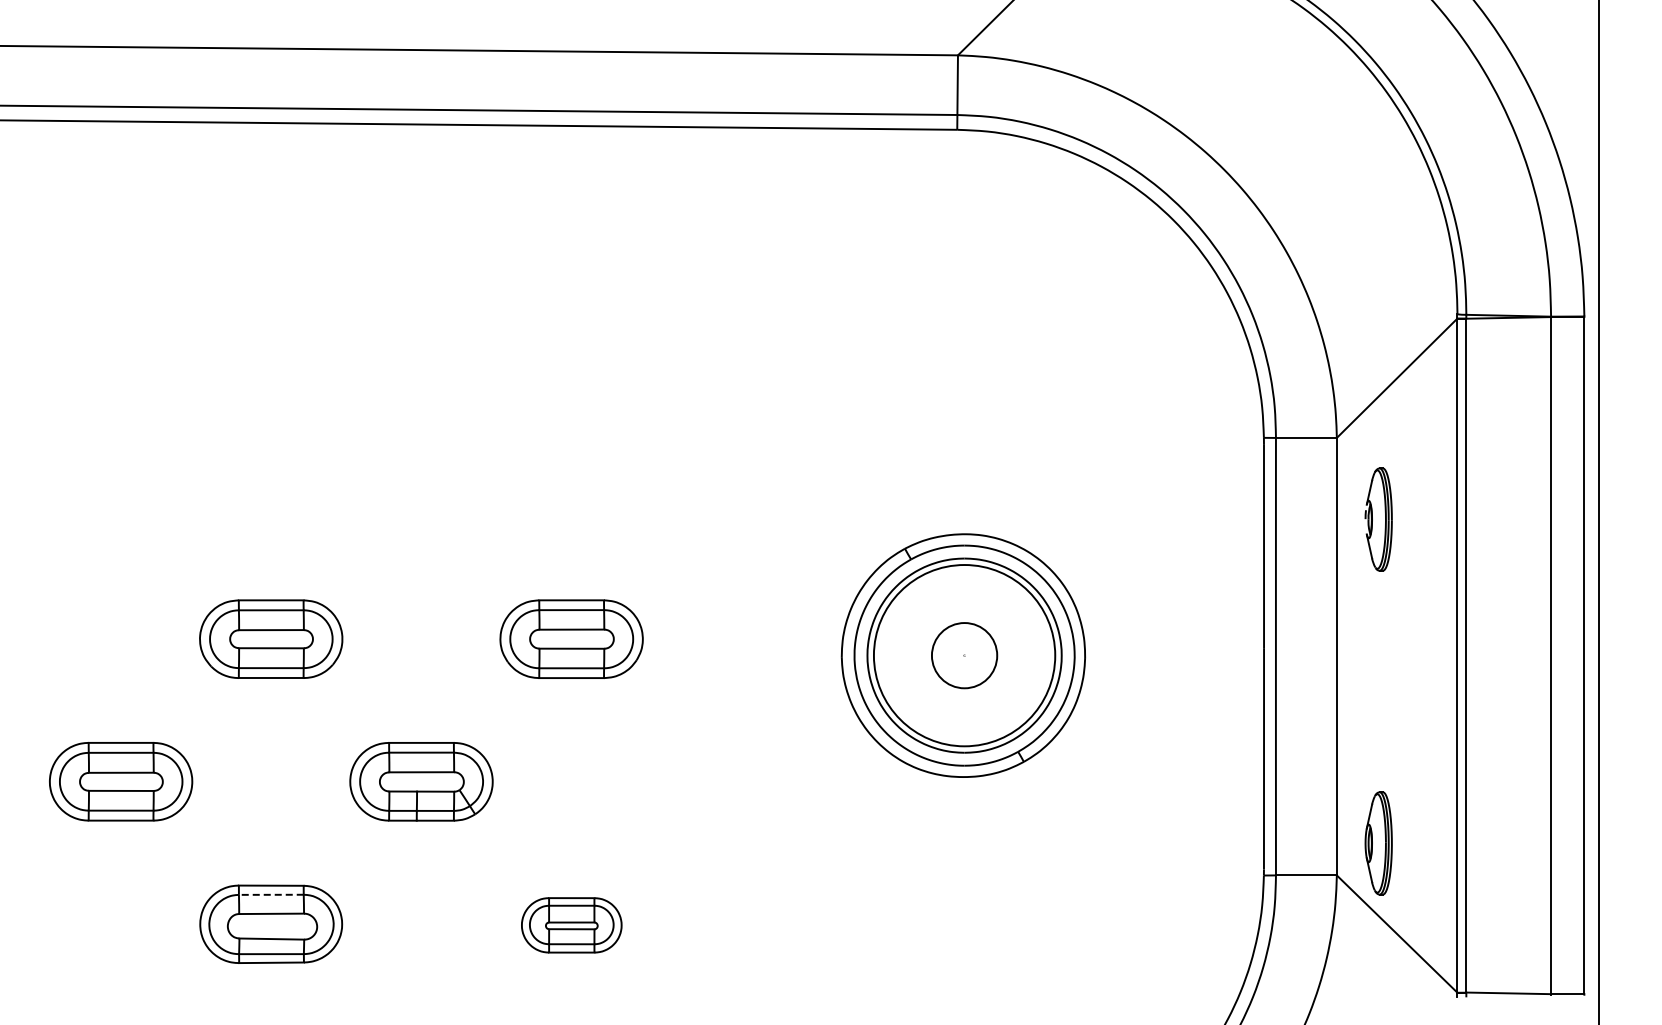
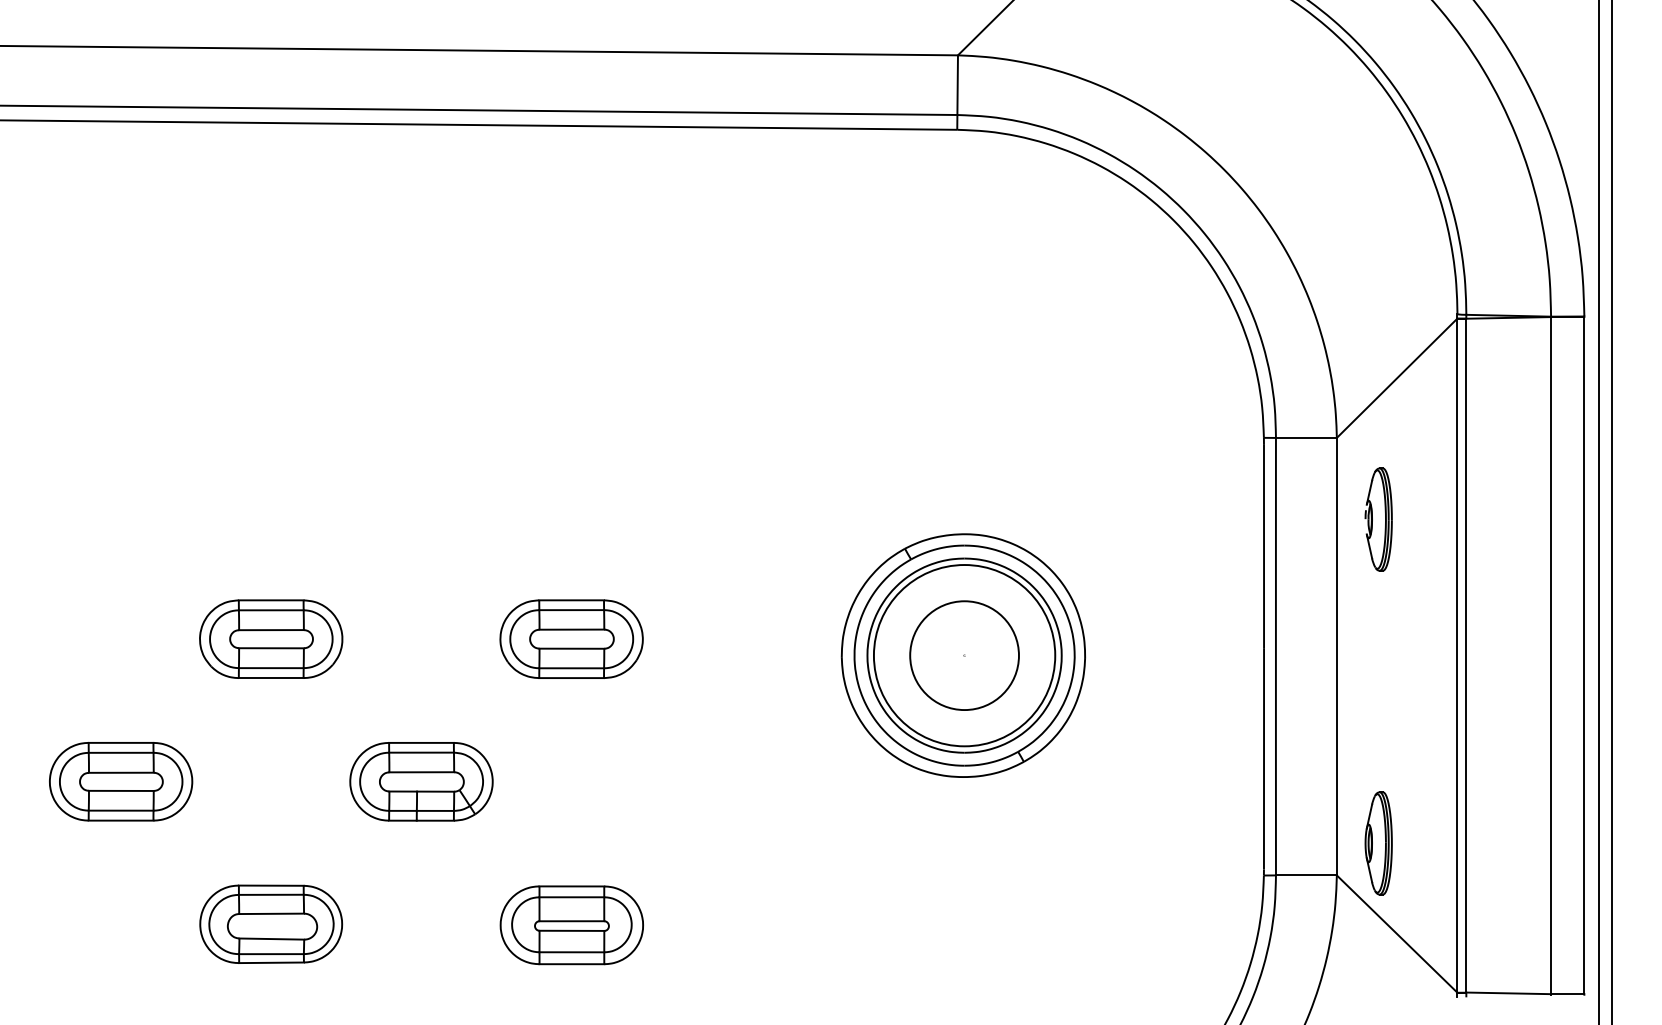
line at (1612, 511): none -> present
circle at (964, 655) diameter: 65 px -> 109 px
line at (270, 894): dashed -> solid
part at (571, 925) size: 102x57 px -> 145x81 px
